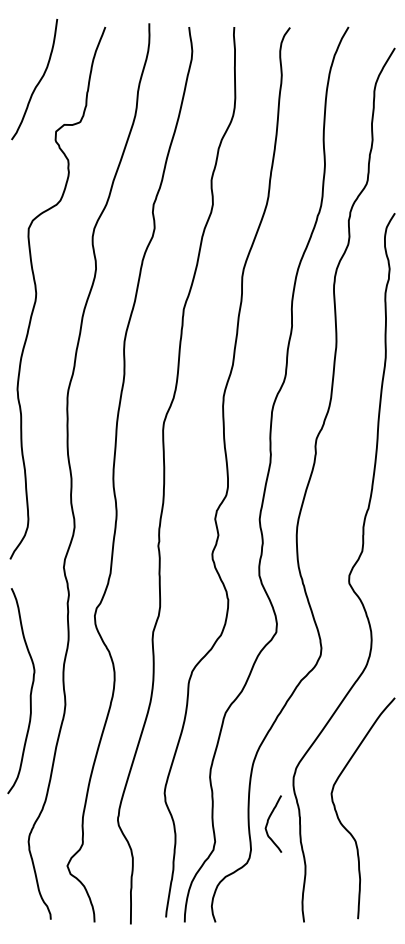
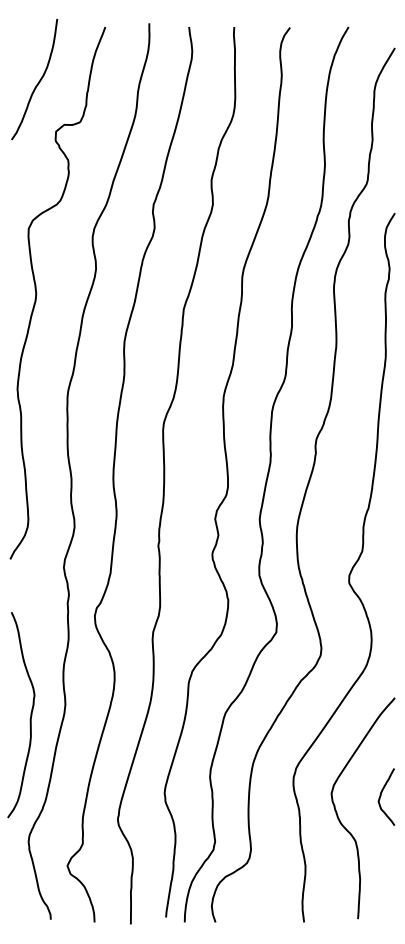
curve at (29, 695) position: (29, 695) -> (29, 719)
curve at (268, 823) position: (268, 823) -> (381, 796)
